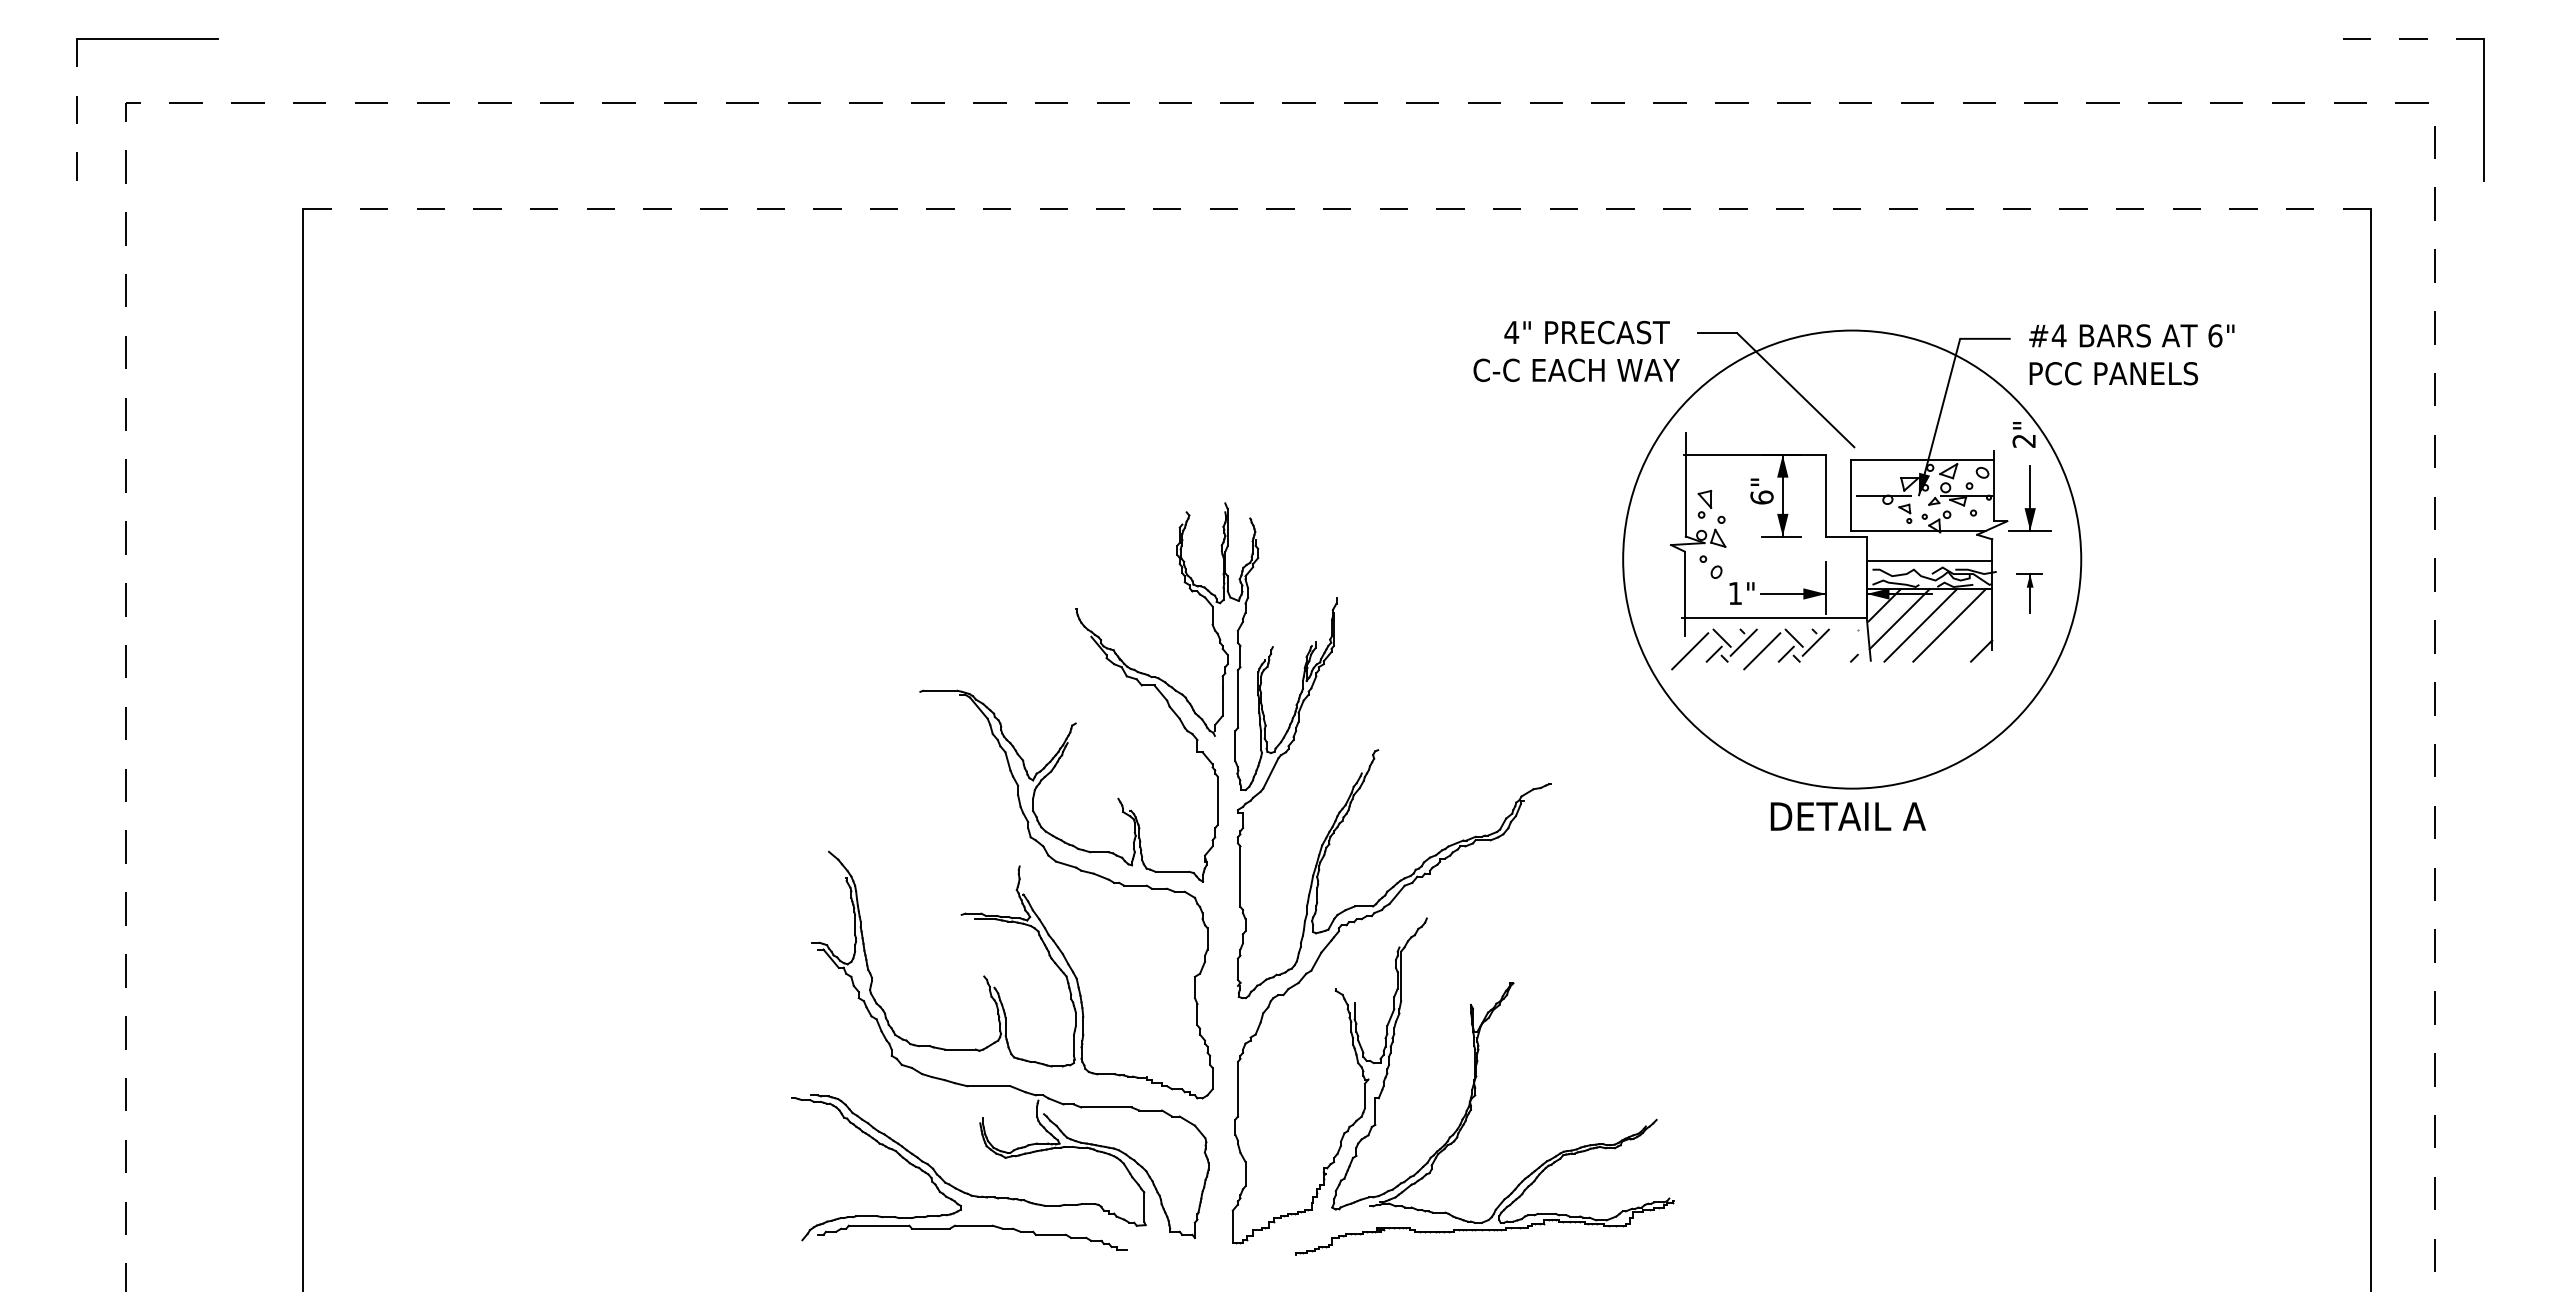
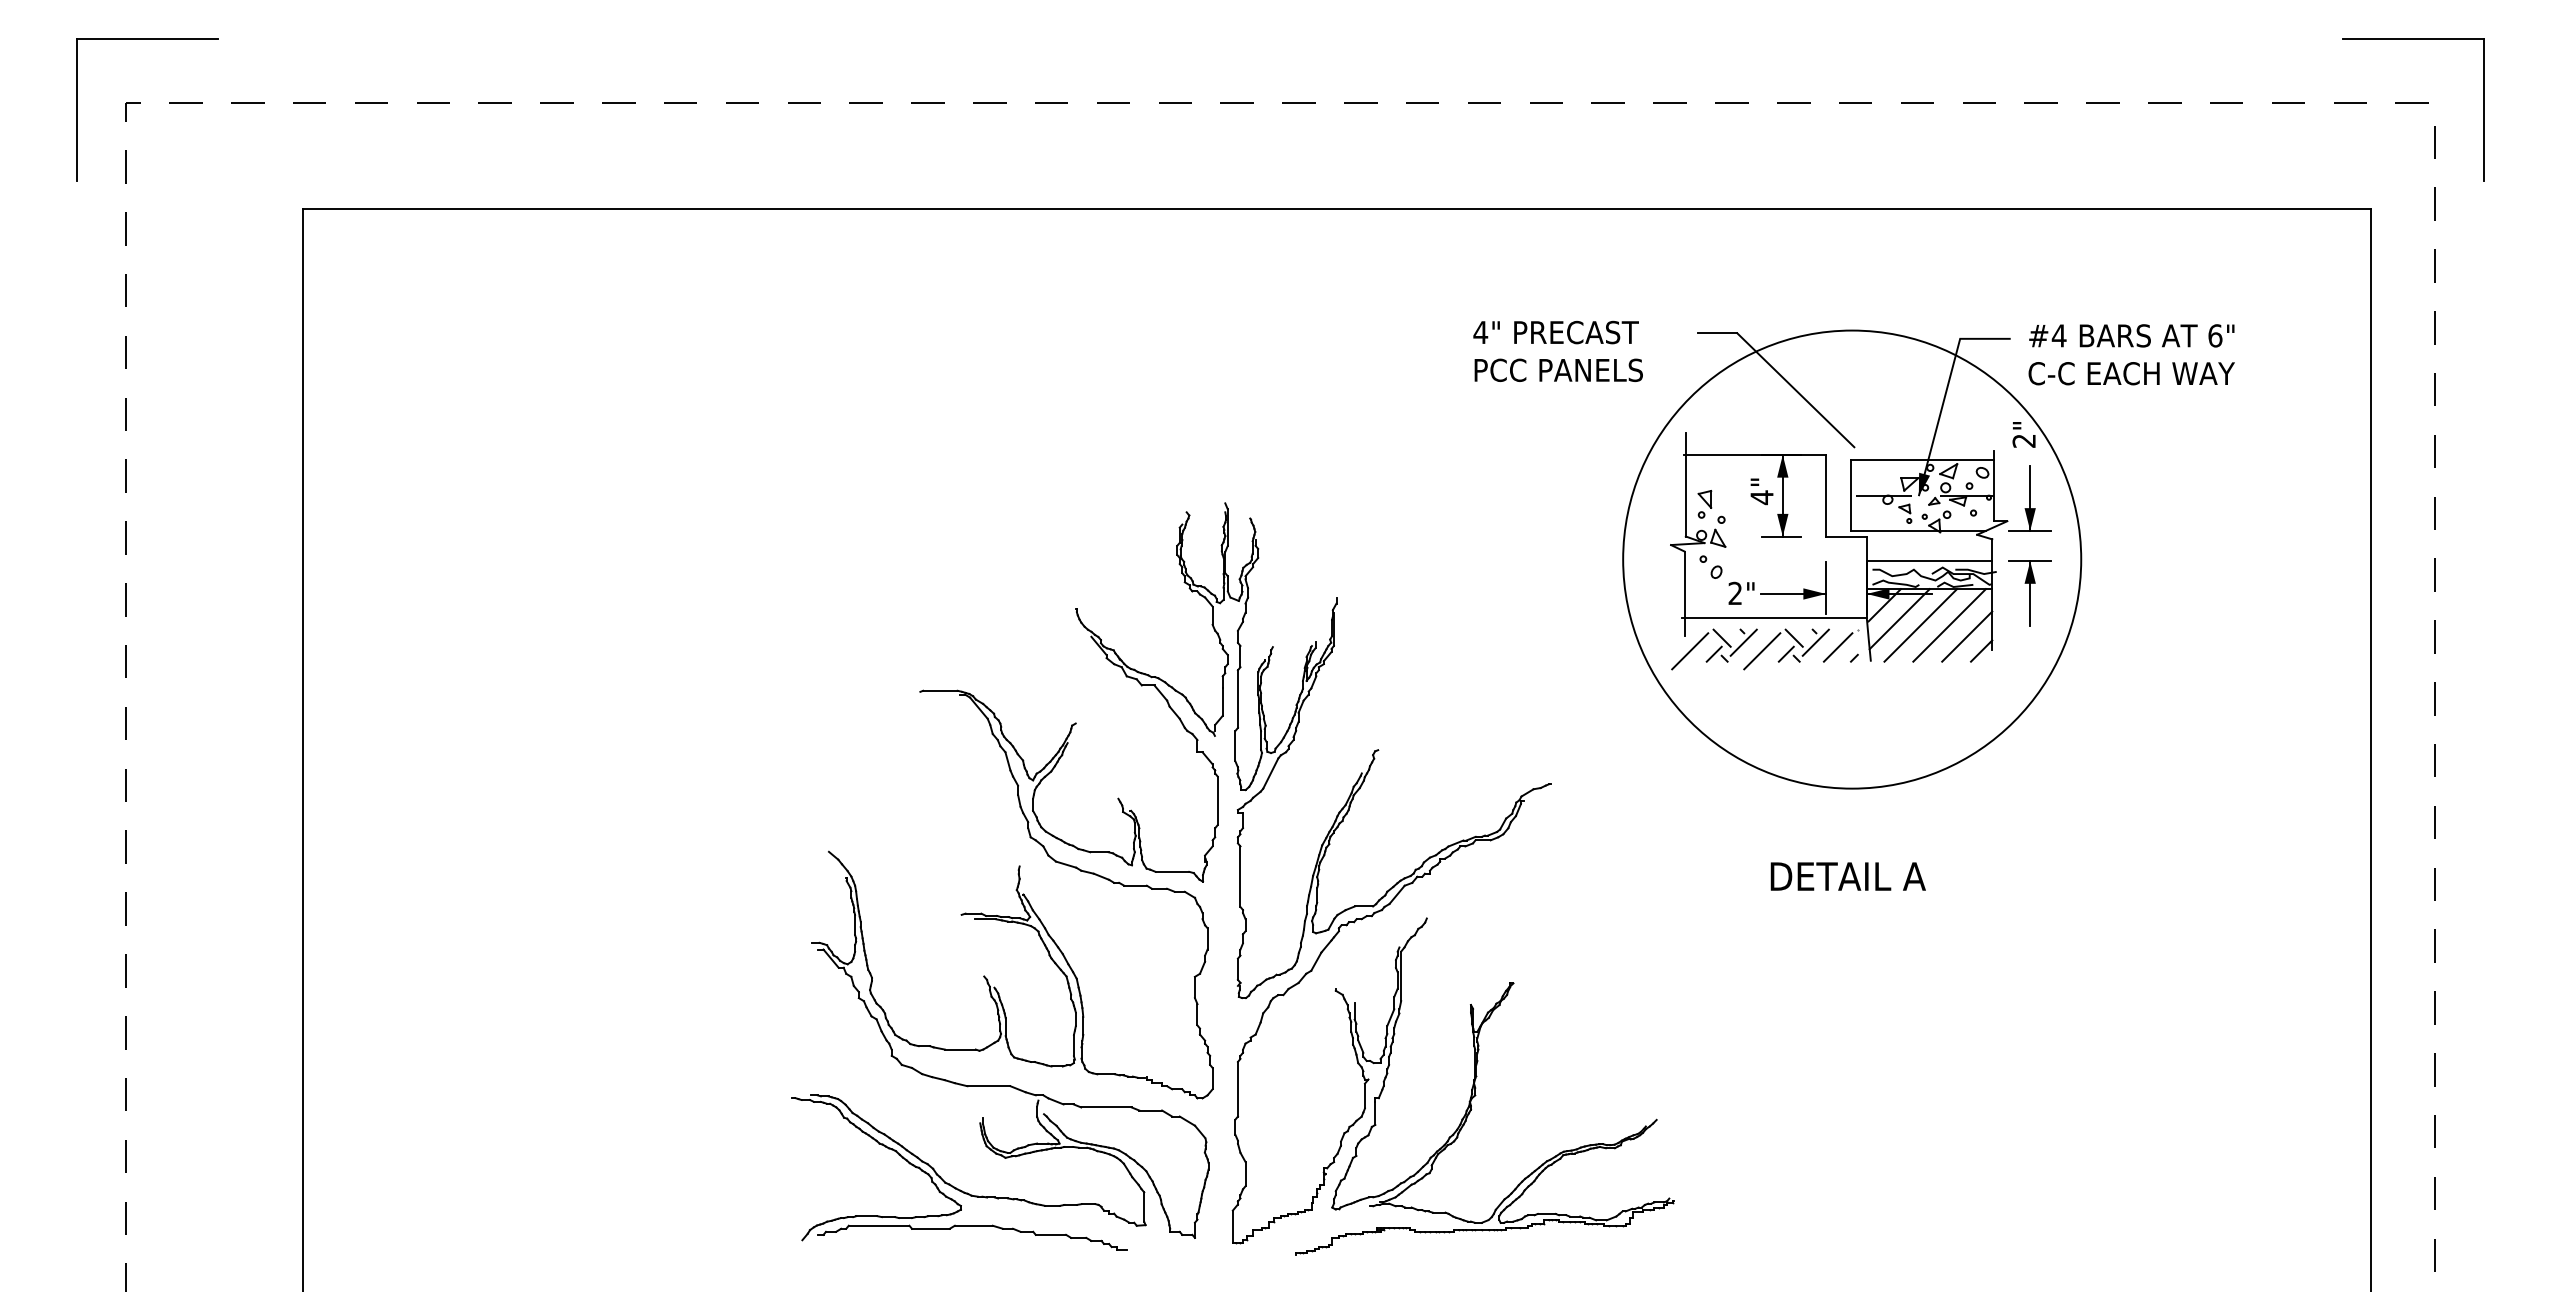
line at (2413, 38): dashed -> solid
line at (76, 109): dashed -> solid
line at (1337, 208): dashed -> solid
text at (1586, 332) position: (1586, 332) -> (1555, 332)
text at (1576, 370): C-C EACH WAY -> PCC PANELS
text at (2131, 373): PCC PANELS -> C-C EACH WAY
text at (1761, 497): 6" -> 4"
text at (1734, 592): 1" -> 2"
part at (2029, 593) size: 27x41 px -> 44x67 px
line at (1967, 636): none -> present
line at (1837, 647): none -> present
text at (1847, 816) position: (1847, 816) -> (1847, 876)
